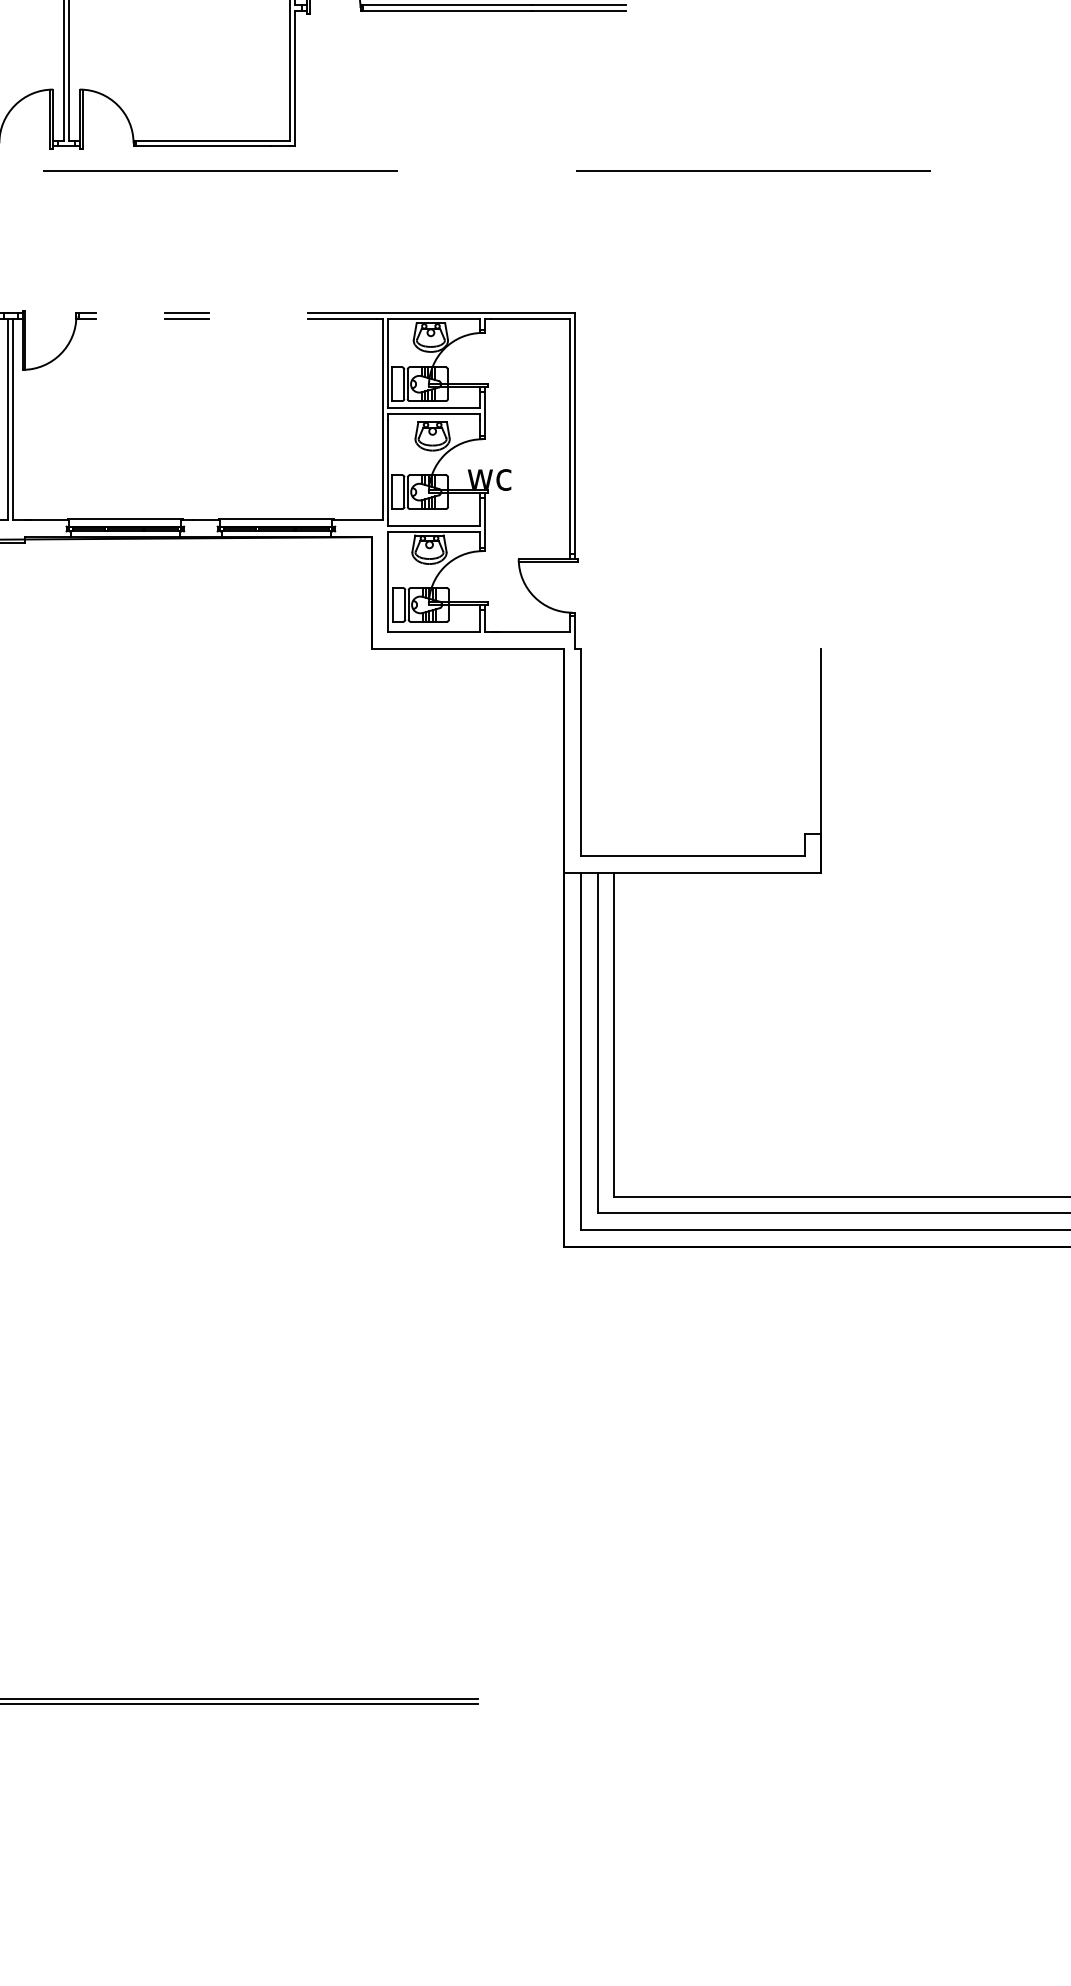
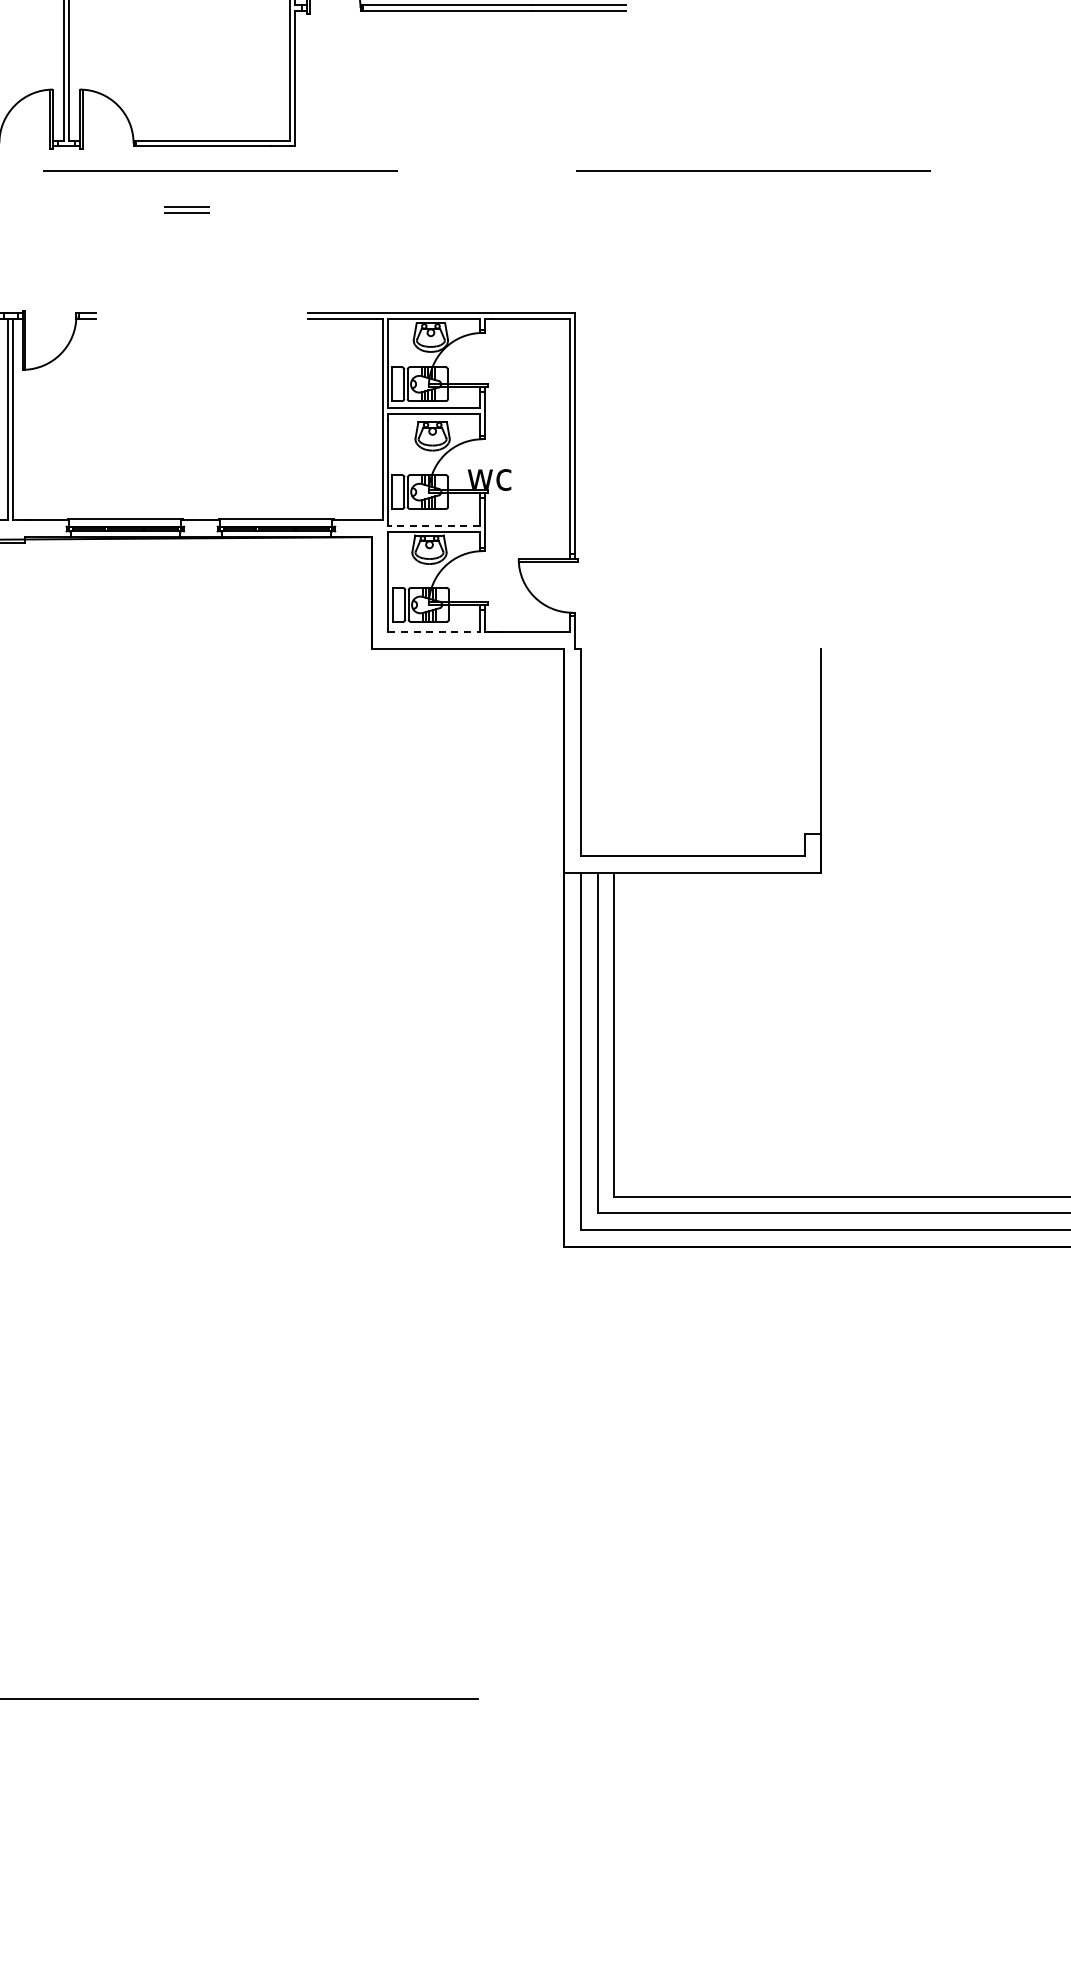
part at (186, 315) position: (186, 315) -> (186, 209)
line at (434, 525): solid -> dashed
line at (434, 632): solid -> dashed
line at (240, 1704): present -> none
